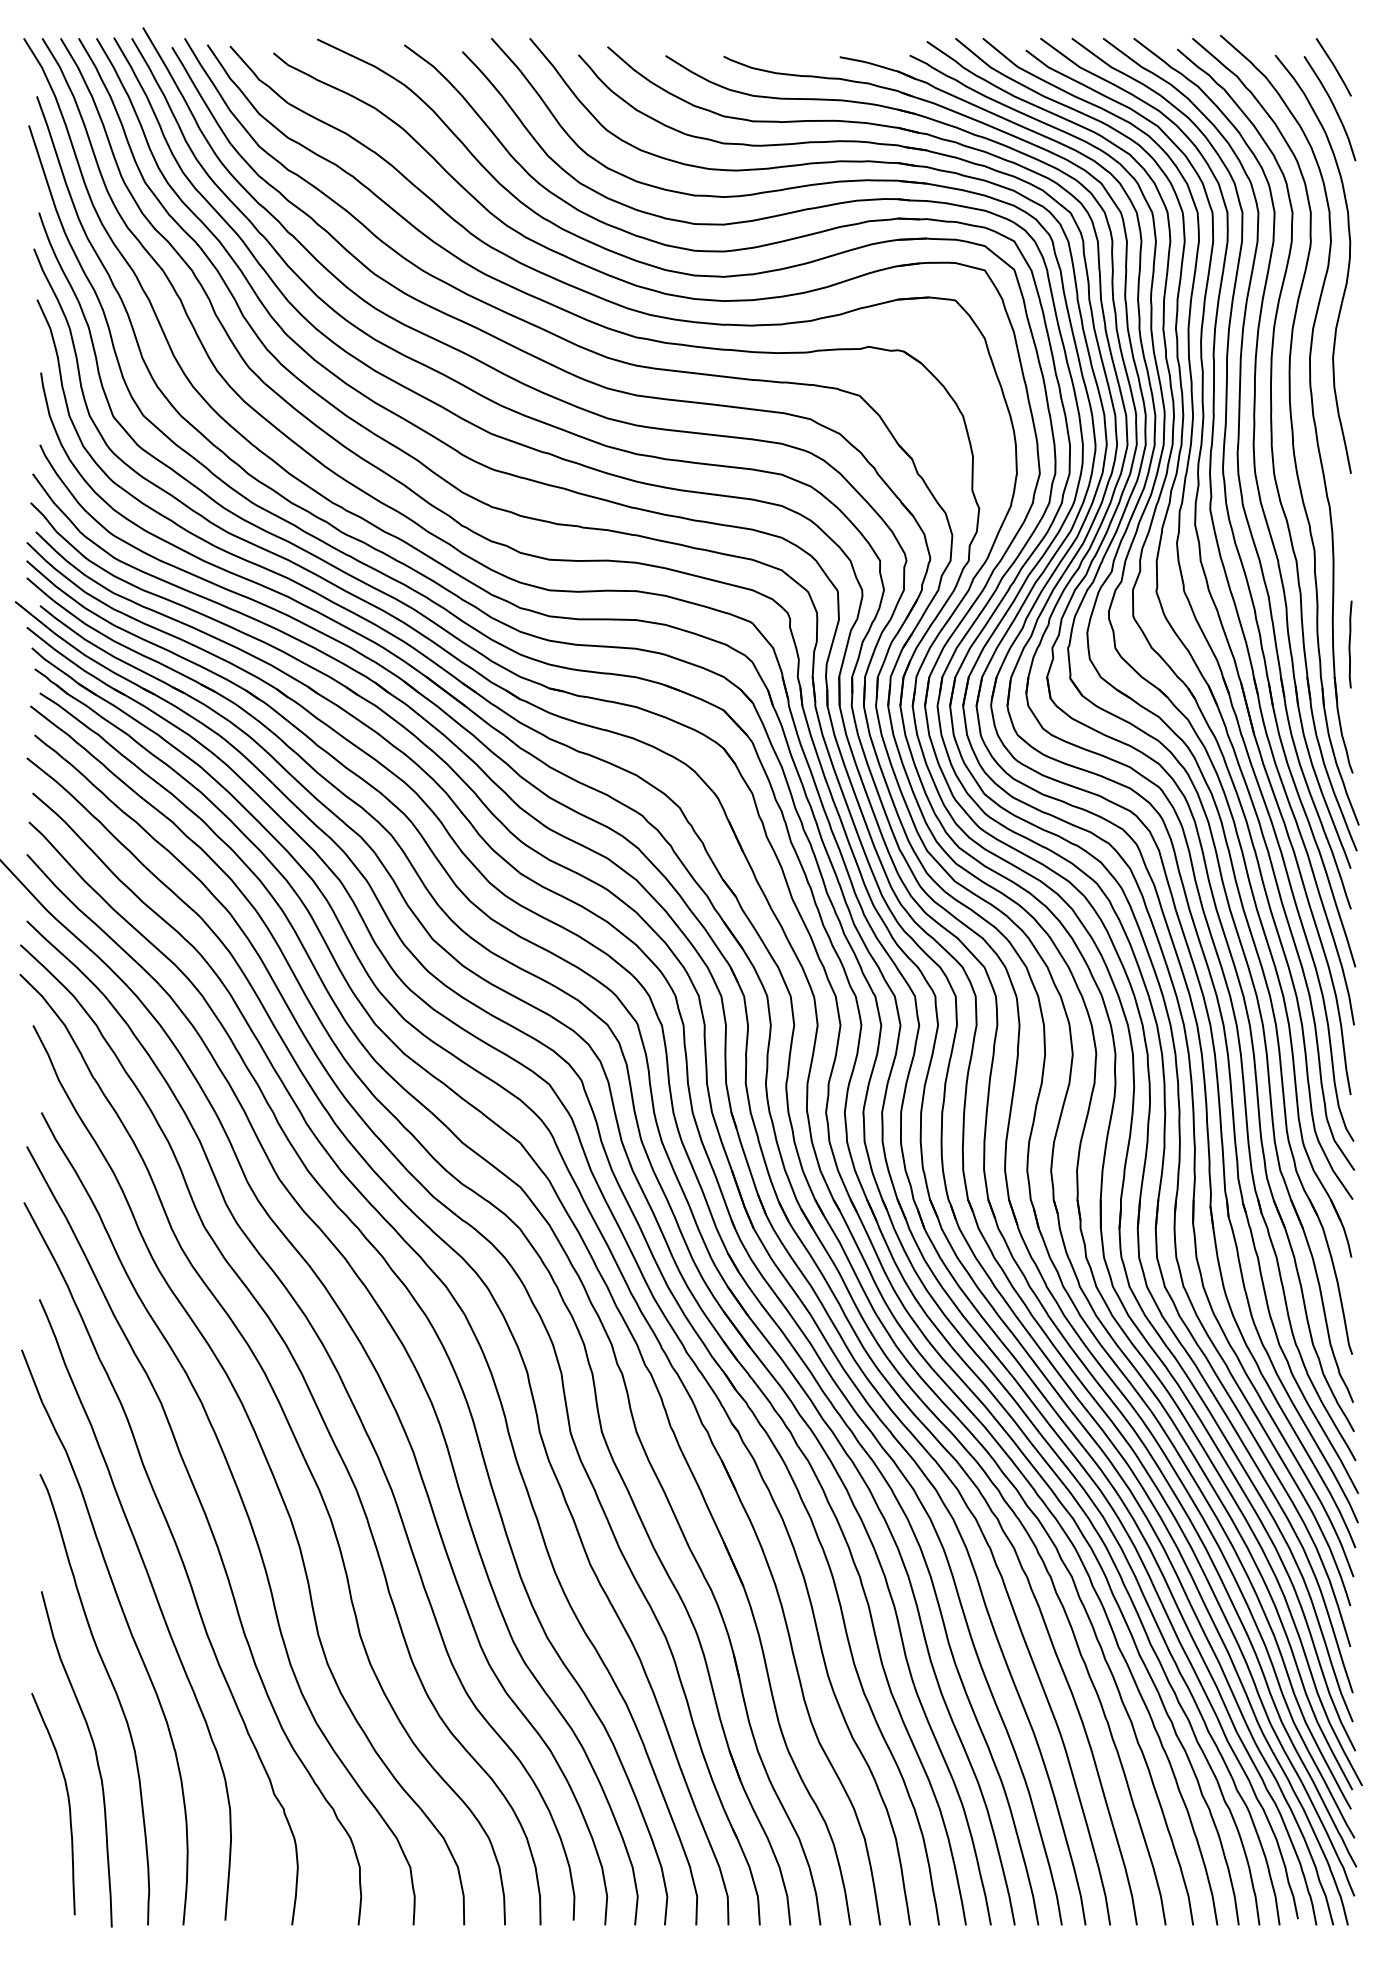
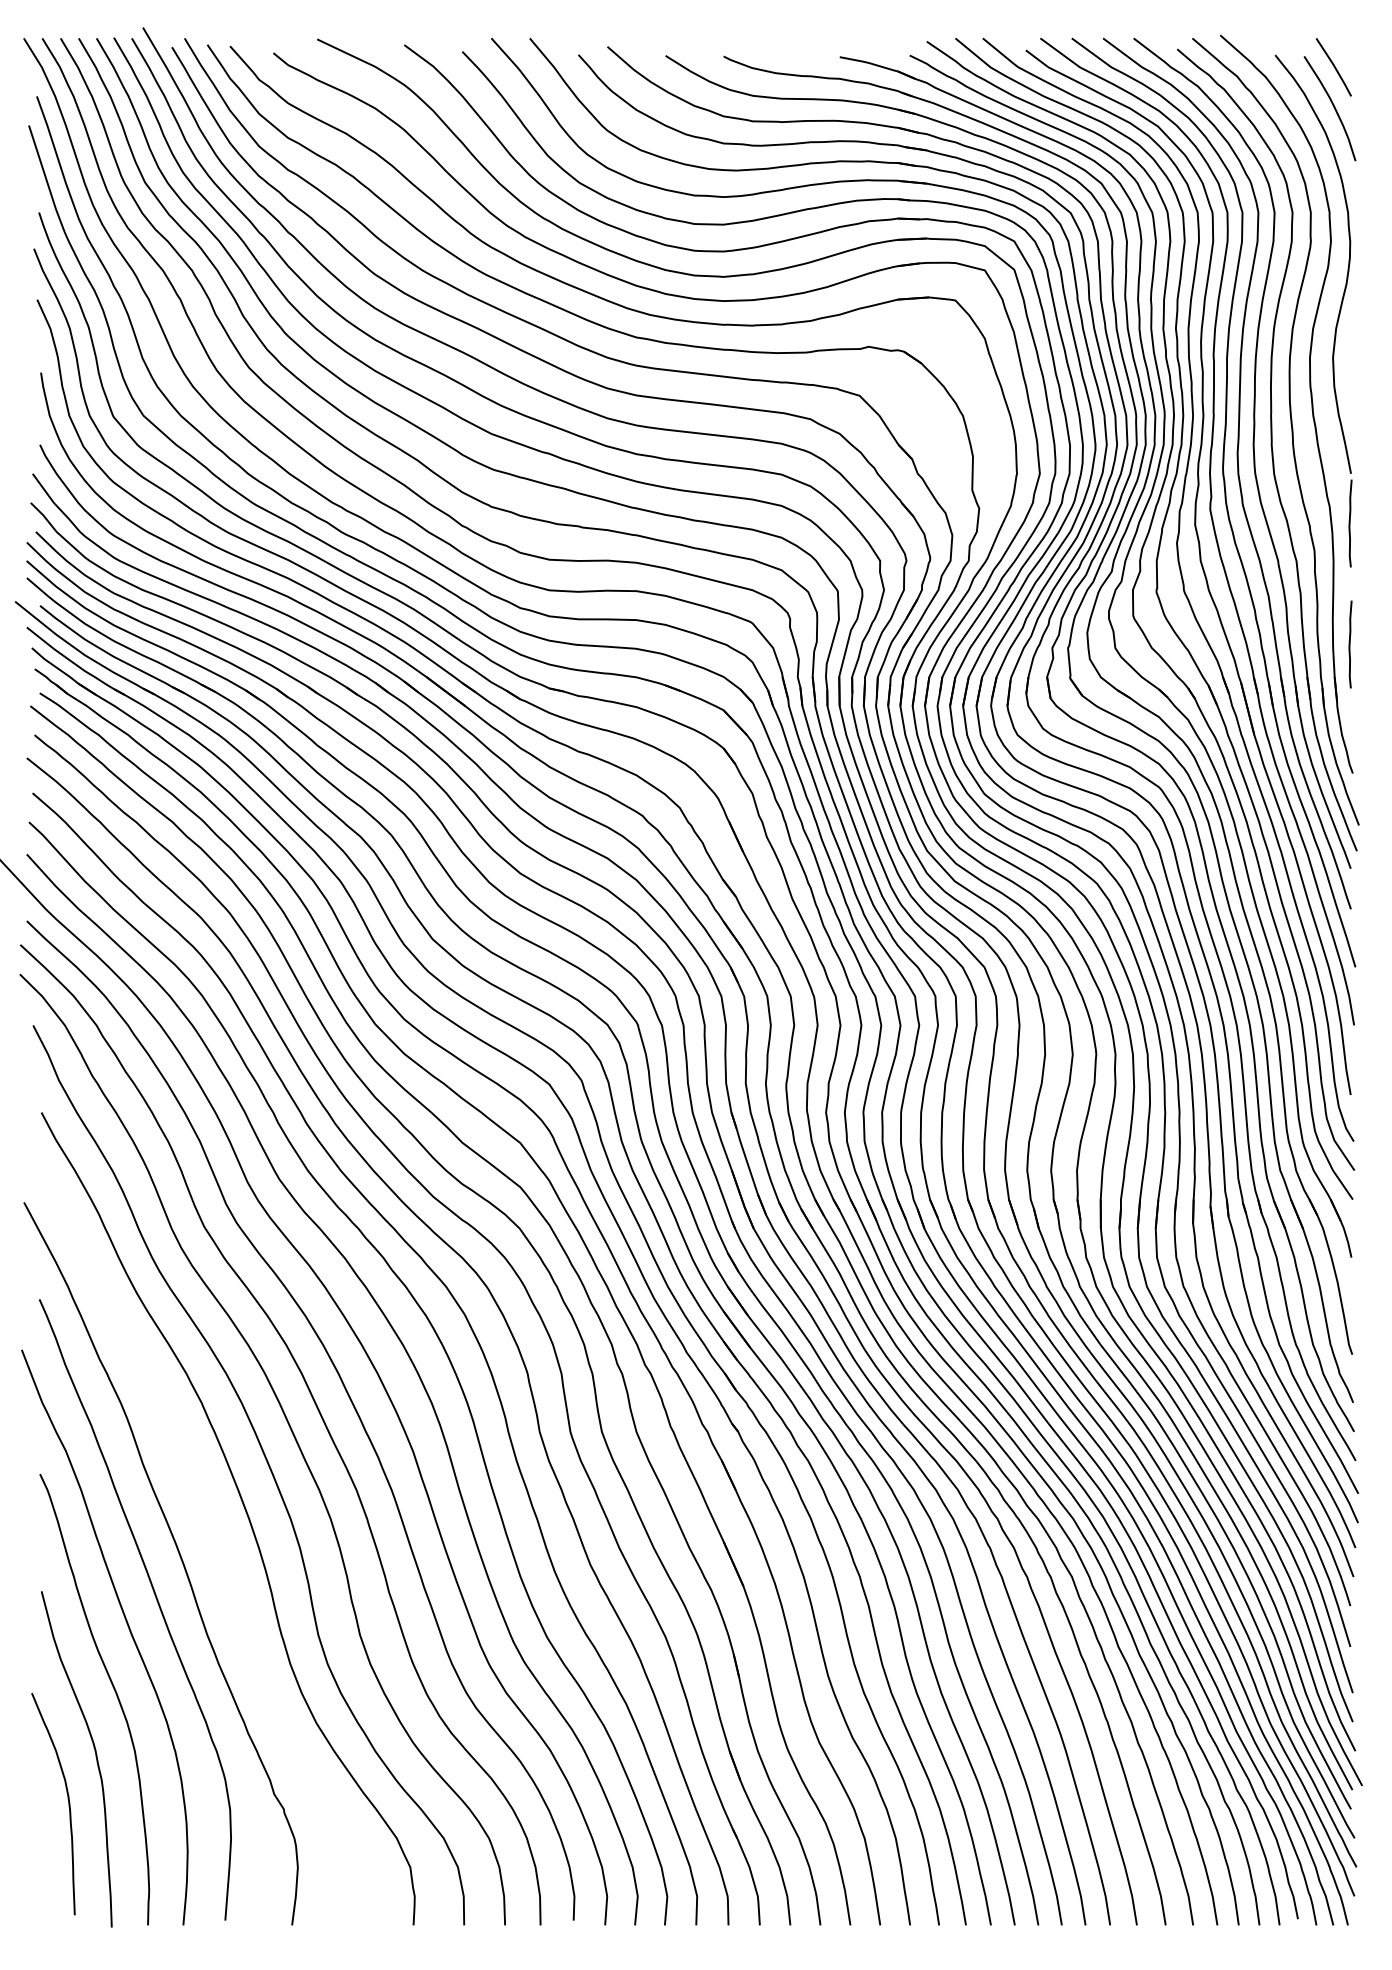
curve at (1350, 523): none -> present
curve at (210, 1531): present -> none
